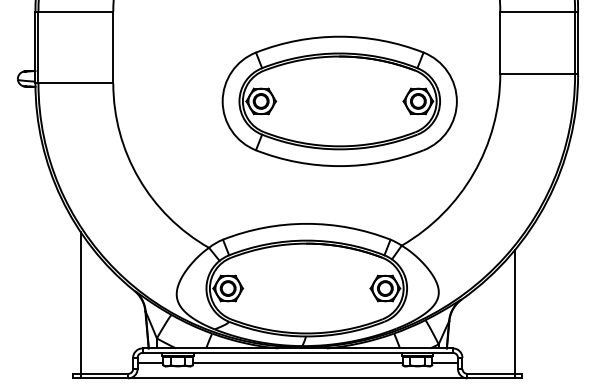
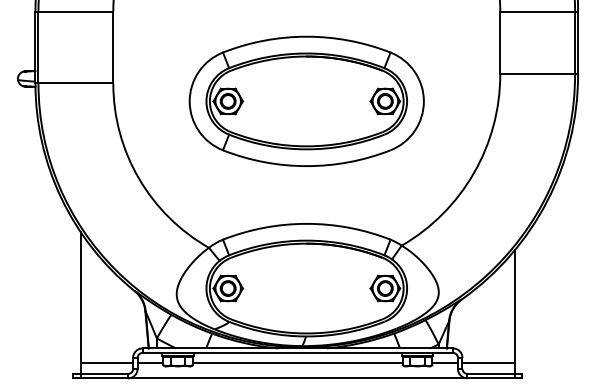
part at (339, 100) position: (339, 100) -> (306, 100)
line at (106, 363): none -> present
line at (488, 363): none -> present
